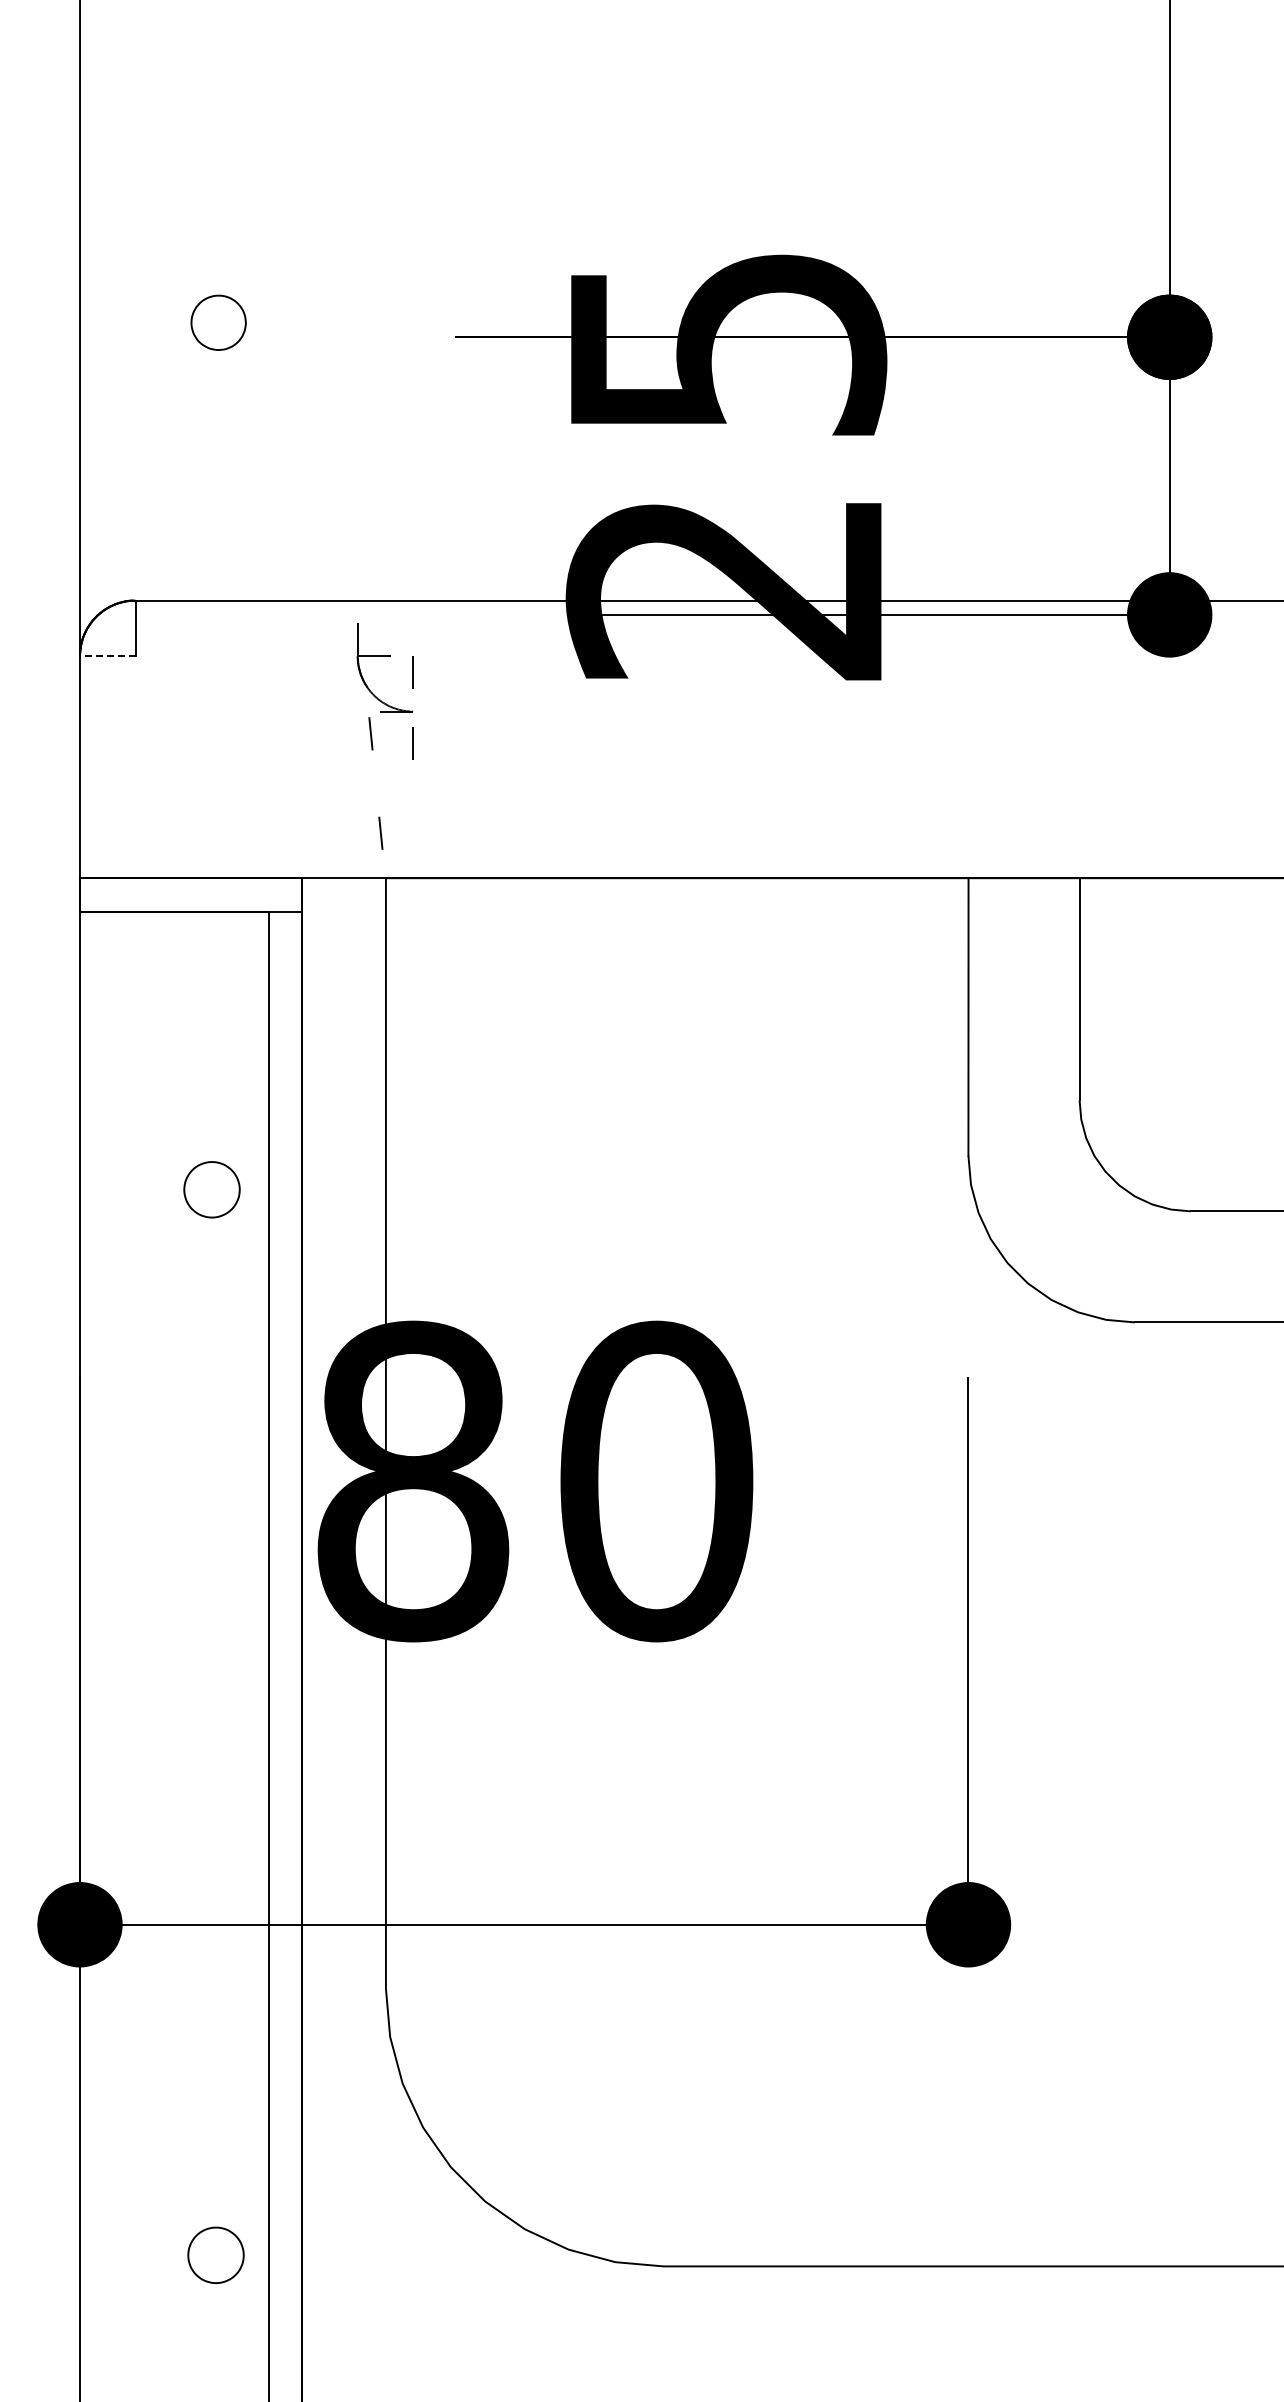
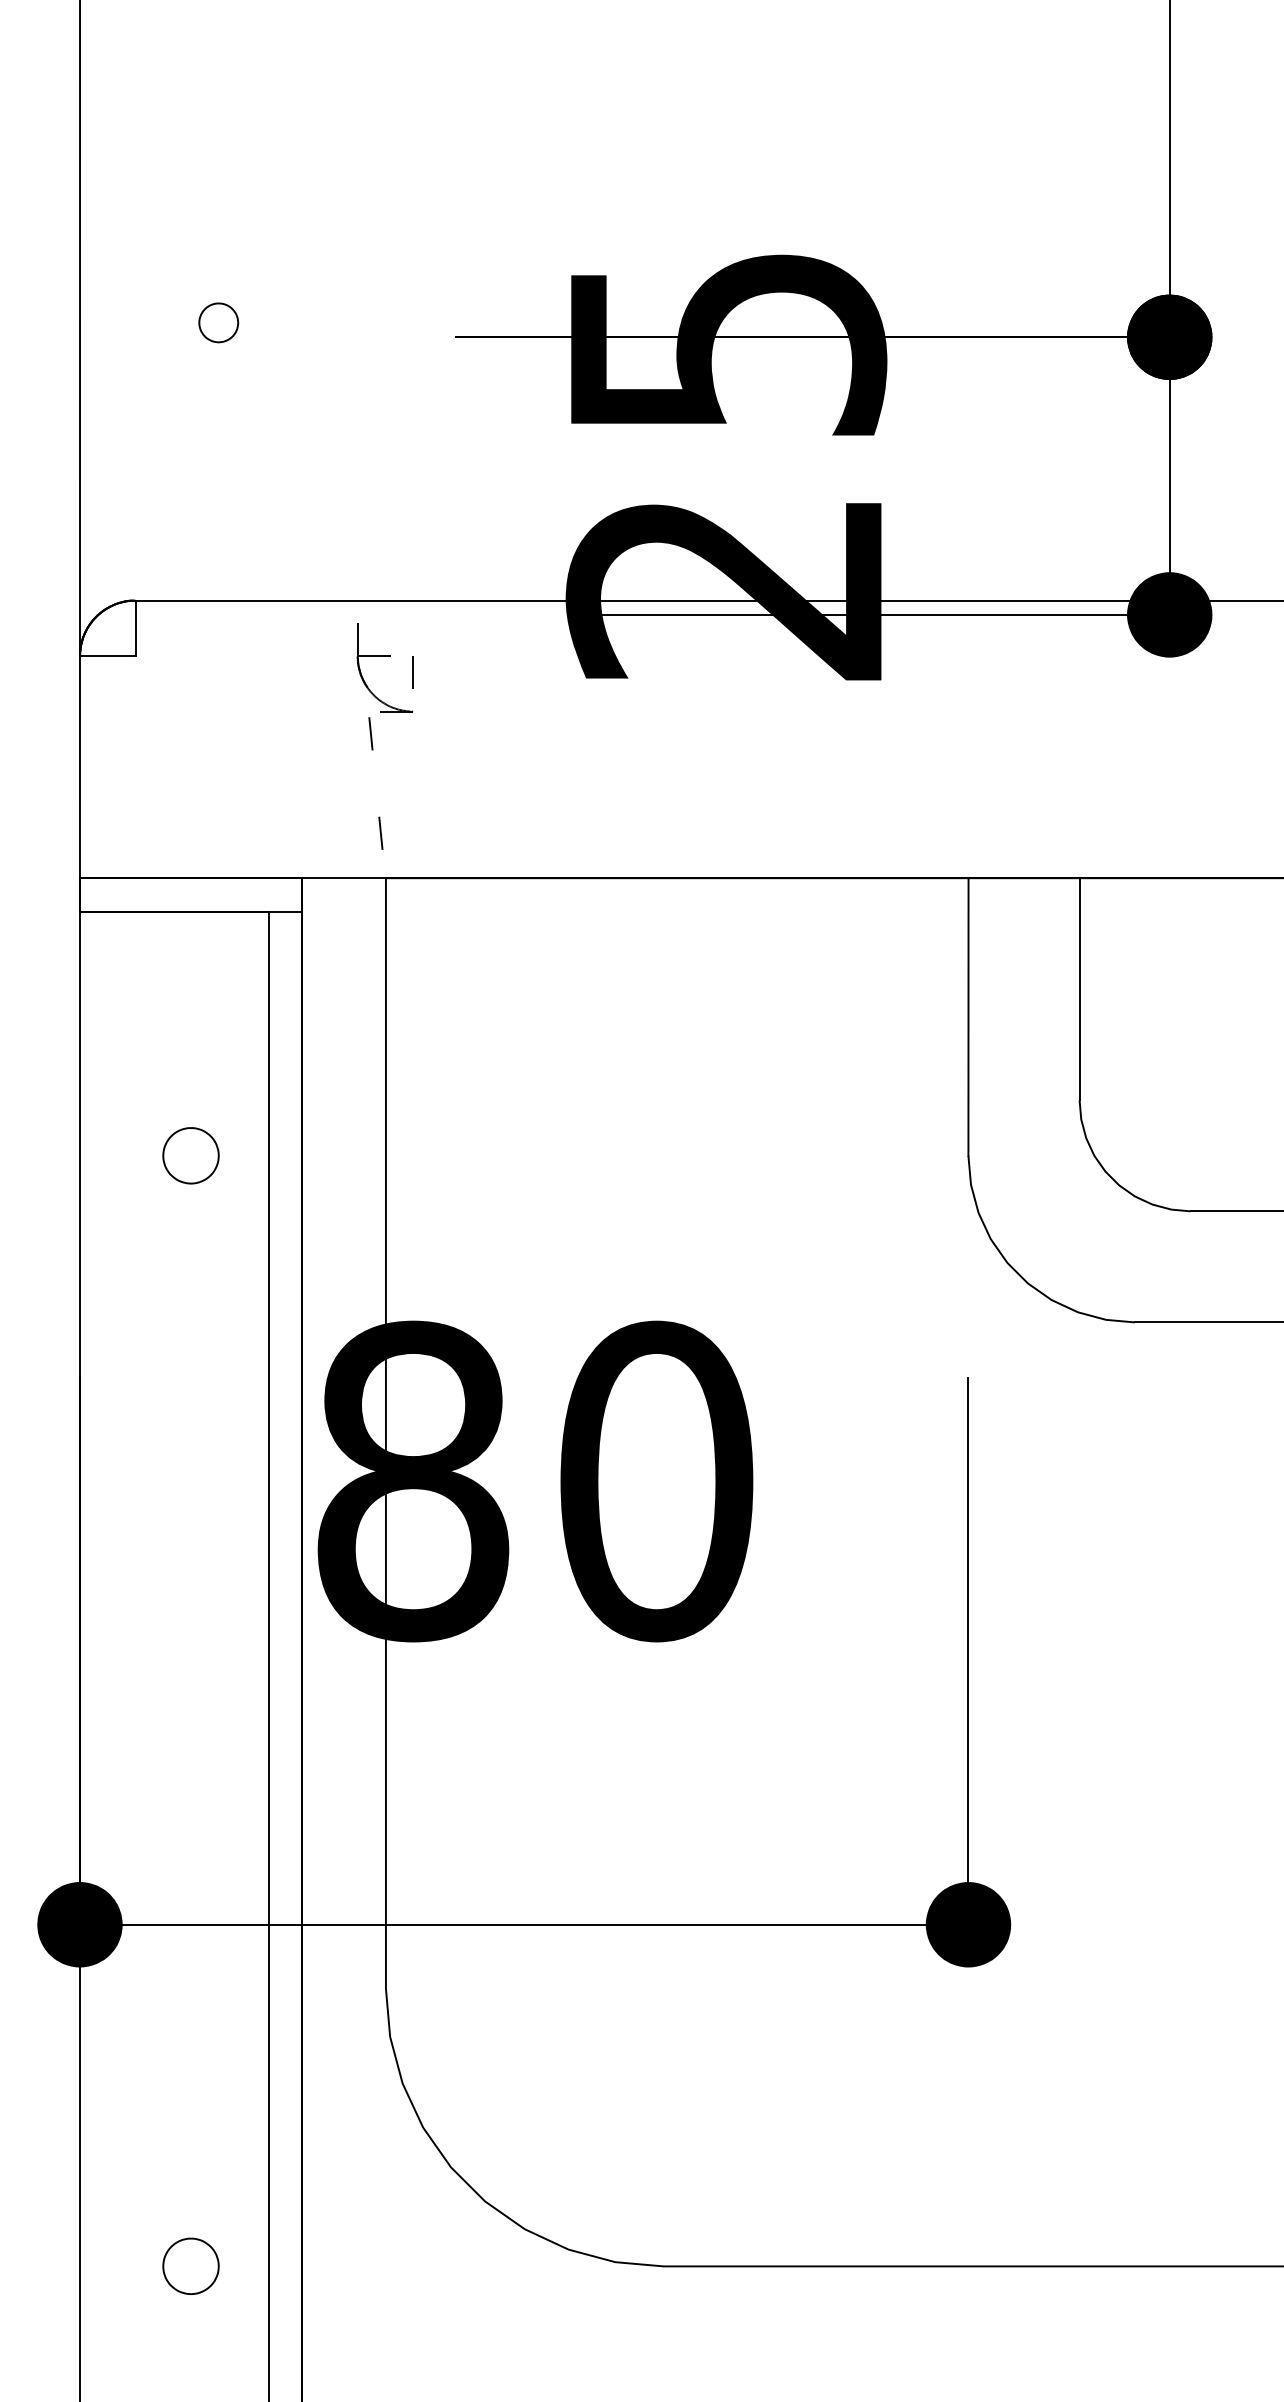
part at (218, 322) size: 57x57 px -> 42x42 px
line at (107, 656): dashed -> solid
line at (412, 743): present -> none
part at (211, 1189) position: (211, 1189) -> (190, 1155)
part at (215, 2254) position: (215, 2254) -> (190, 2265)
